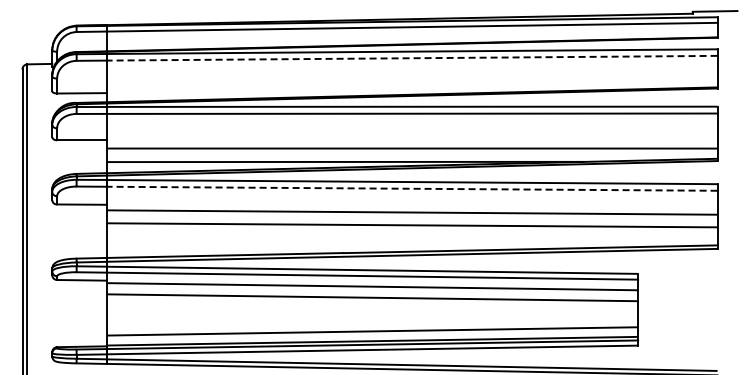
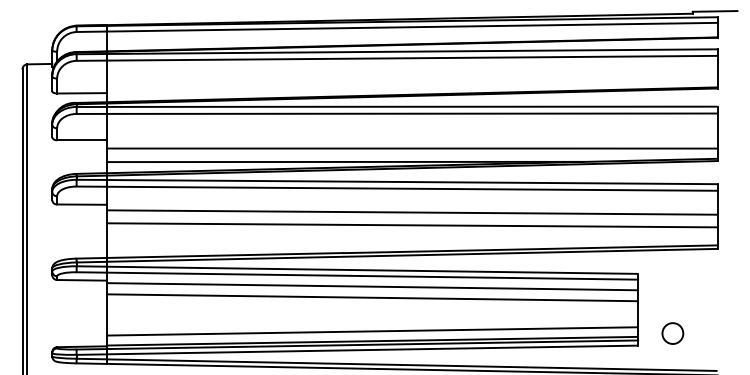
line at (411, 58): dashed -> solid
line at (411, 188): dashed -> solid
circle at (672, 333): none -> present
